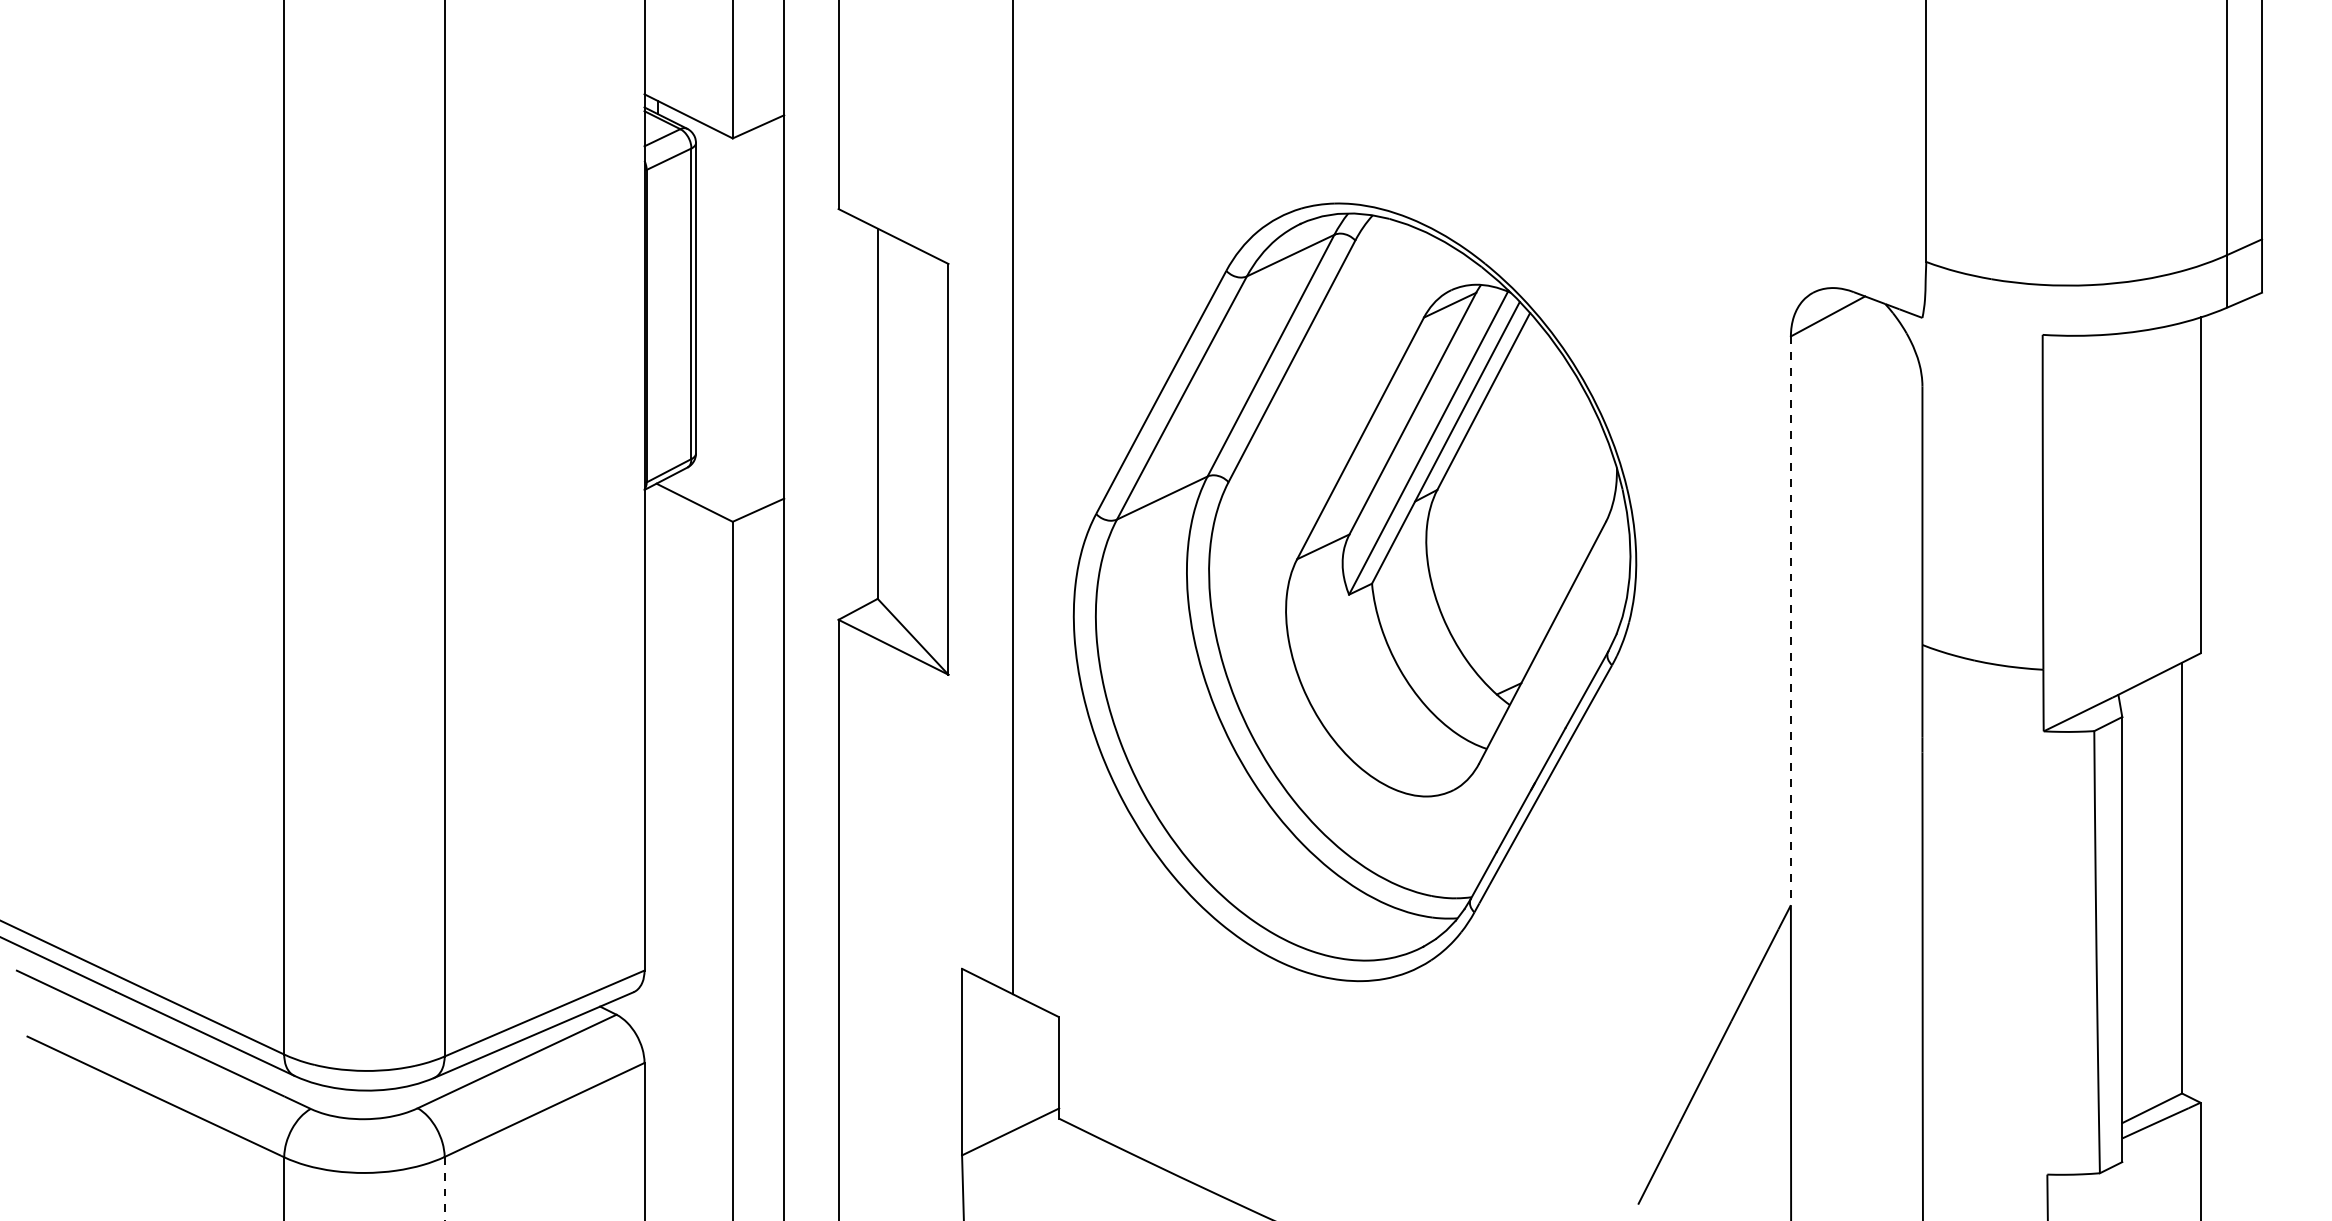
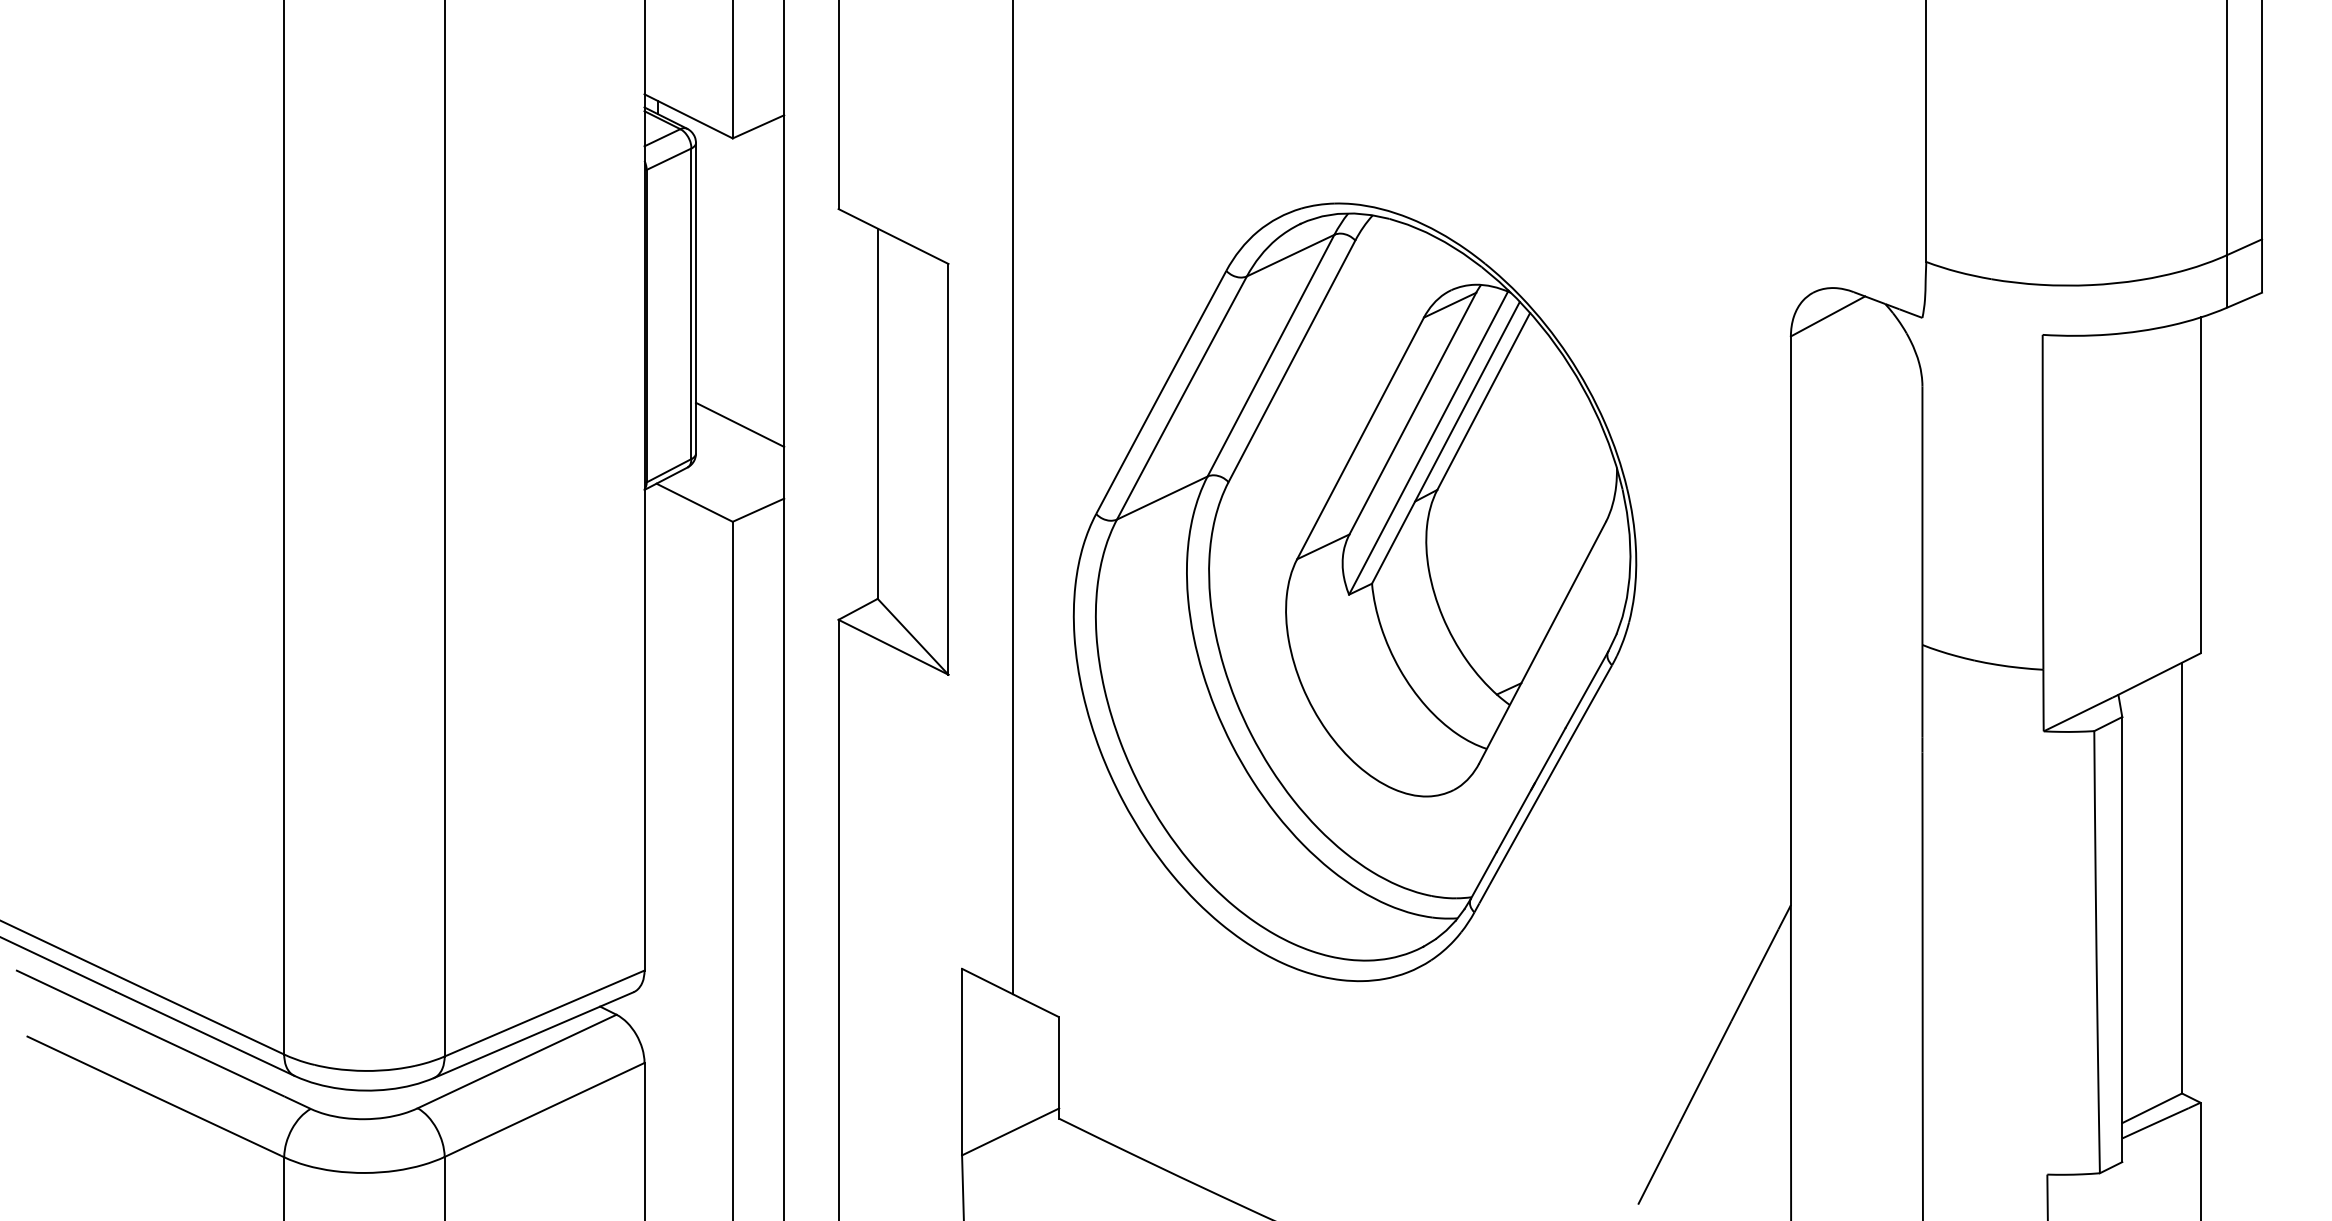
line at (740, 424): none -> present
line at (1790, 621): dashed -> solid
line at (444, 1188): dashed -> solid
